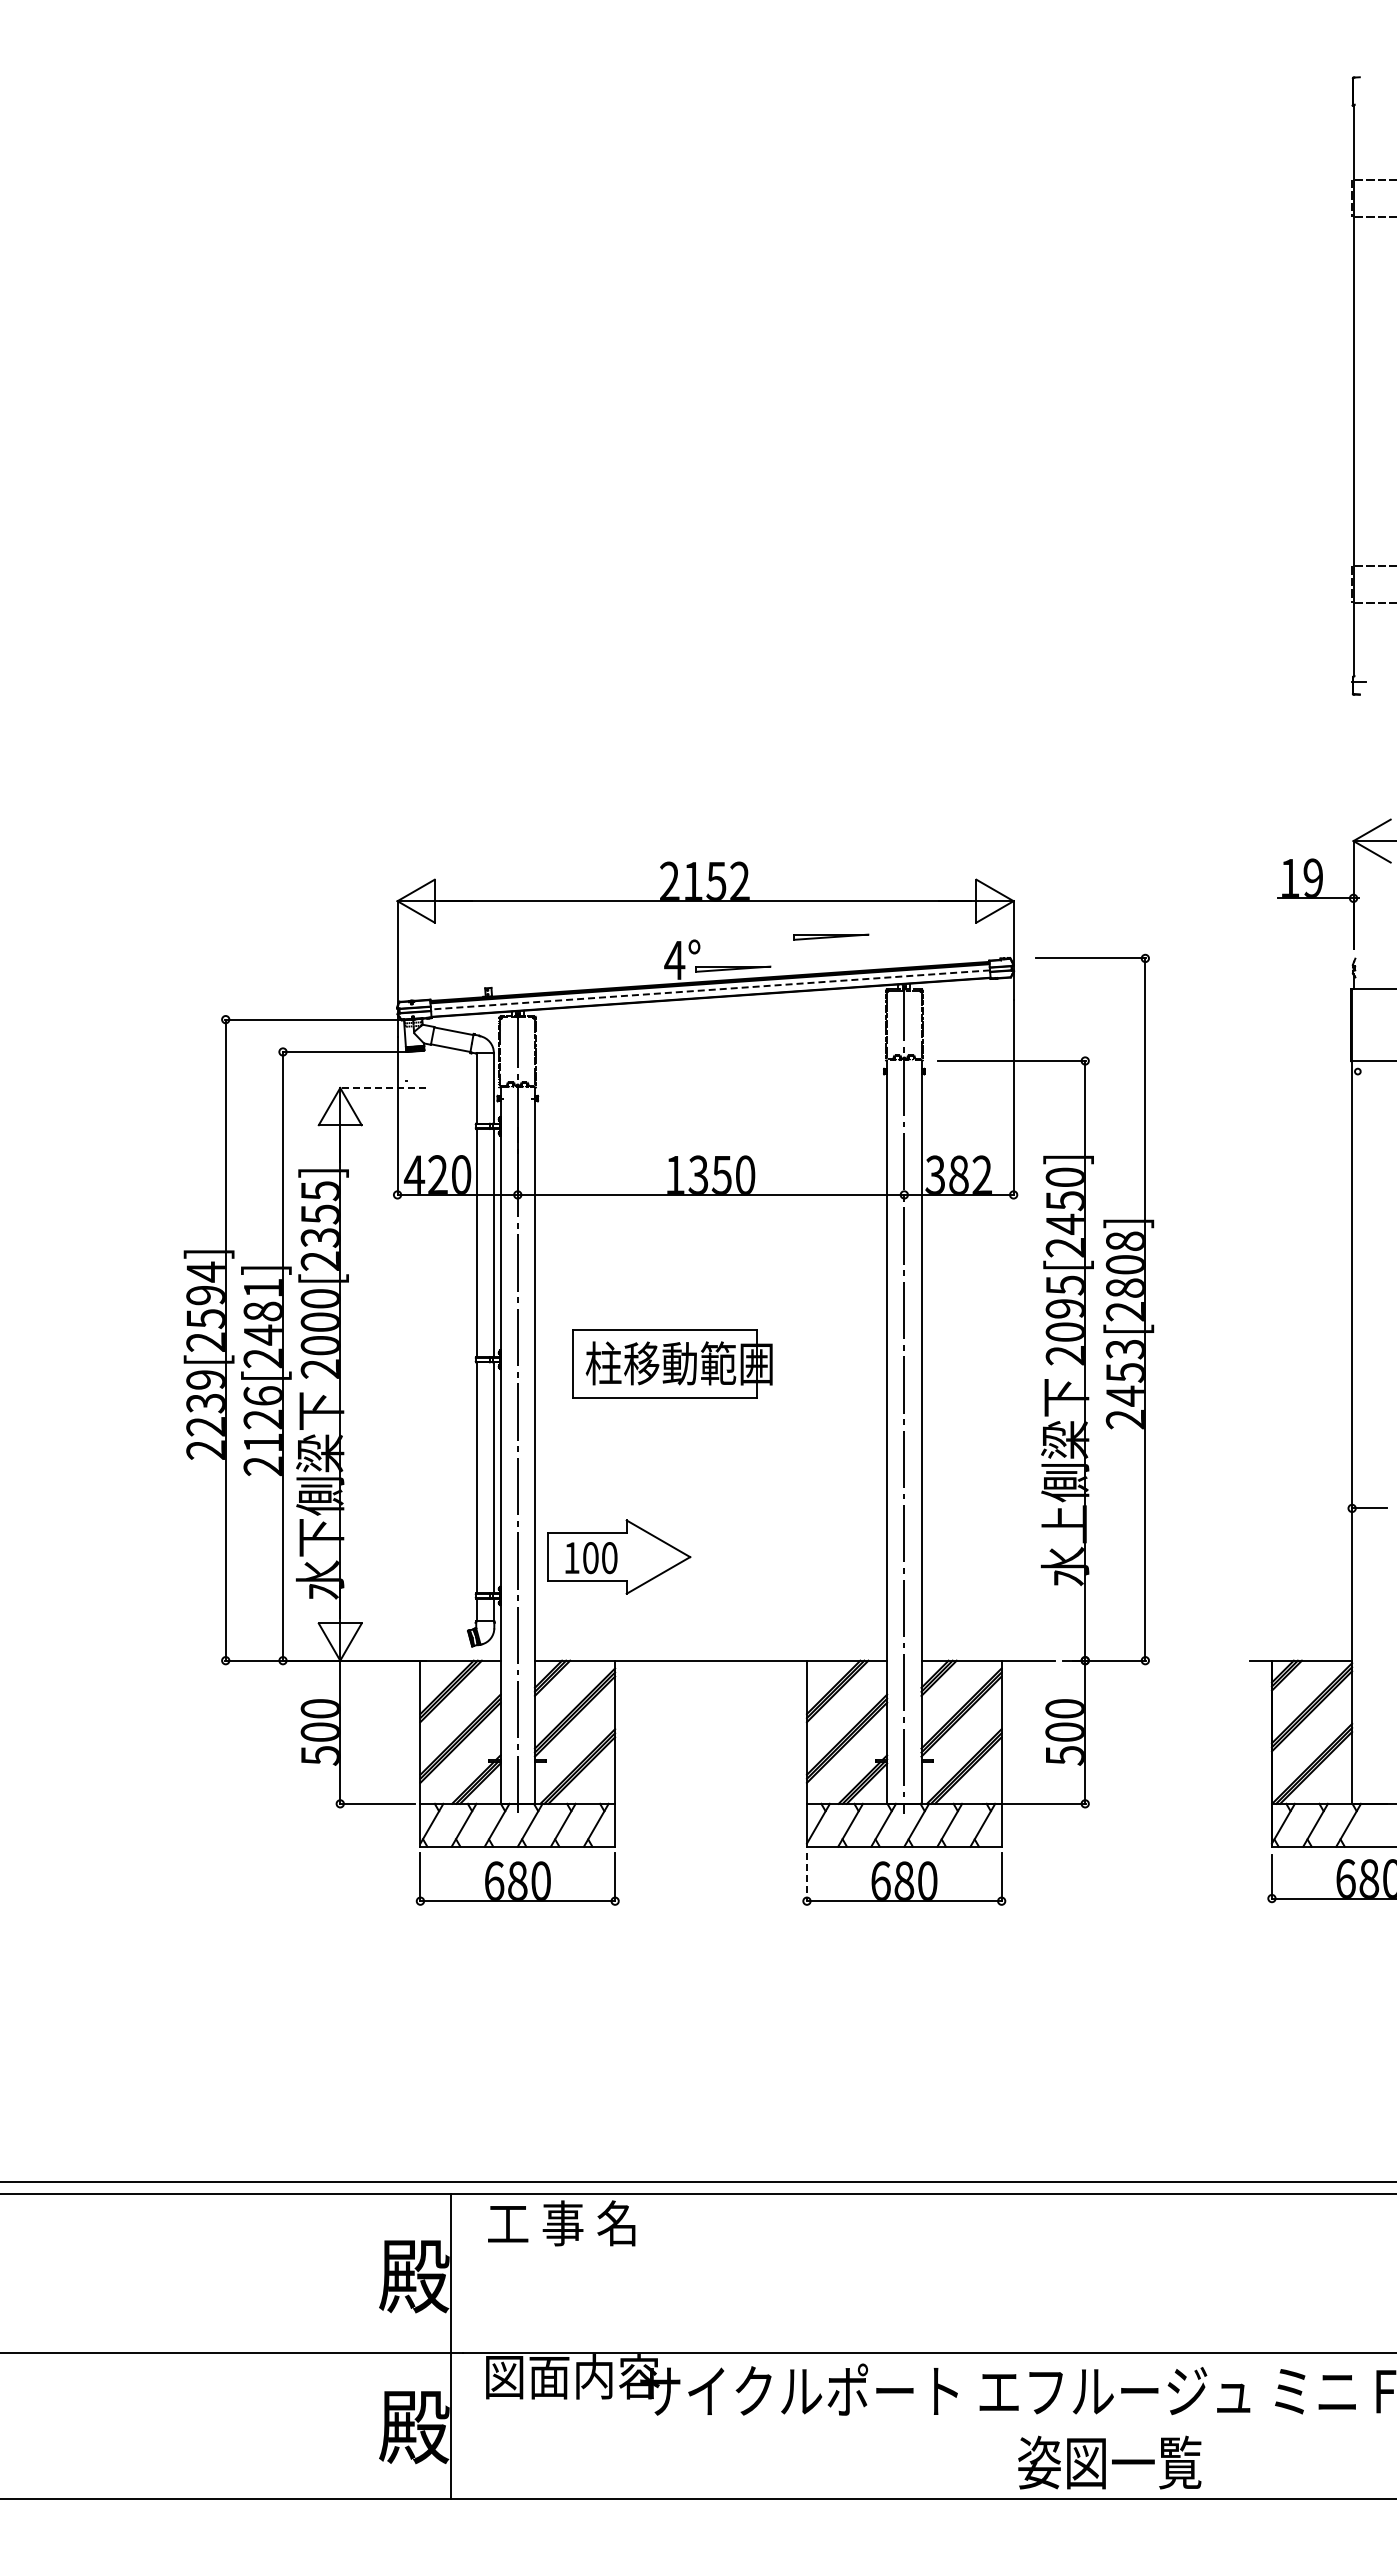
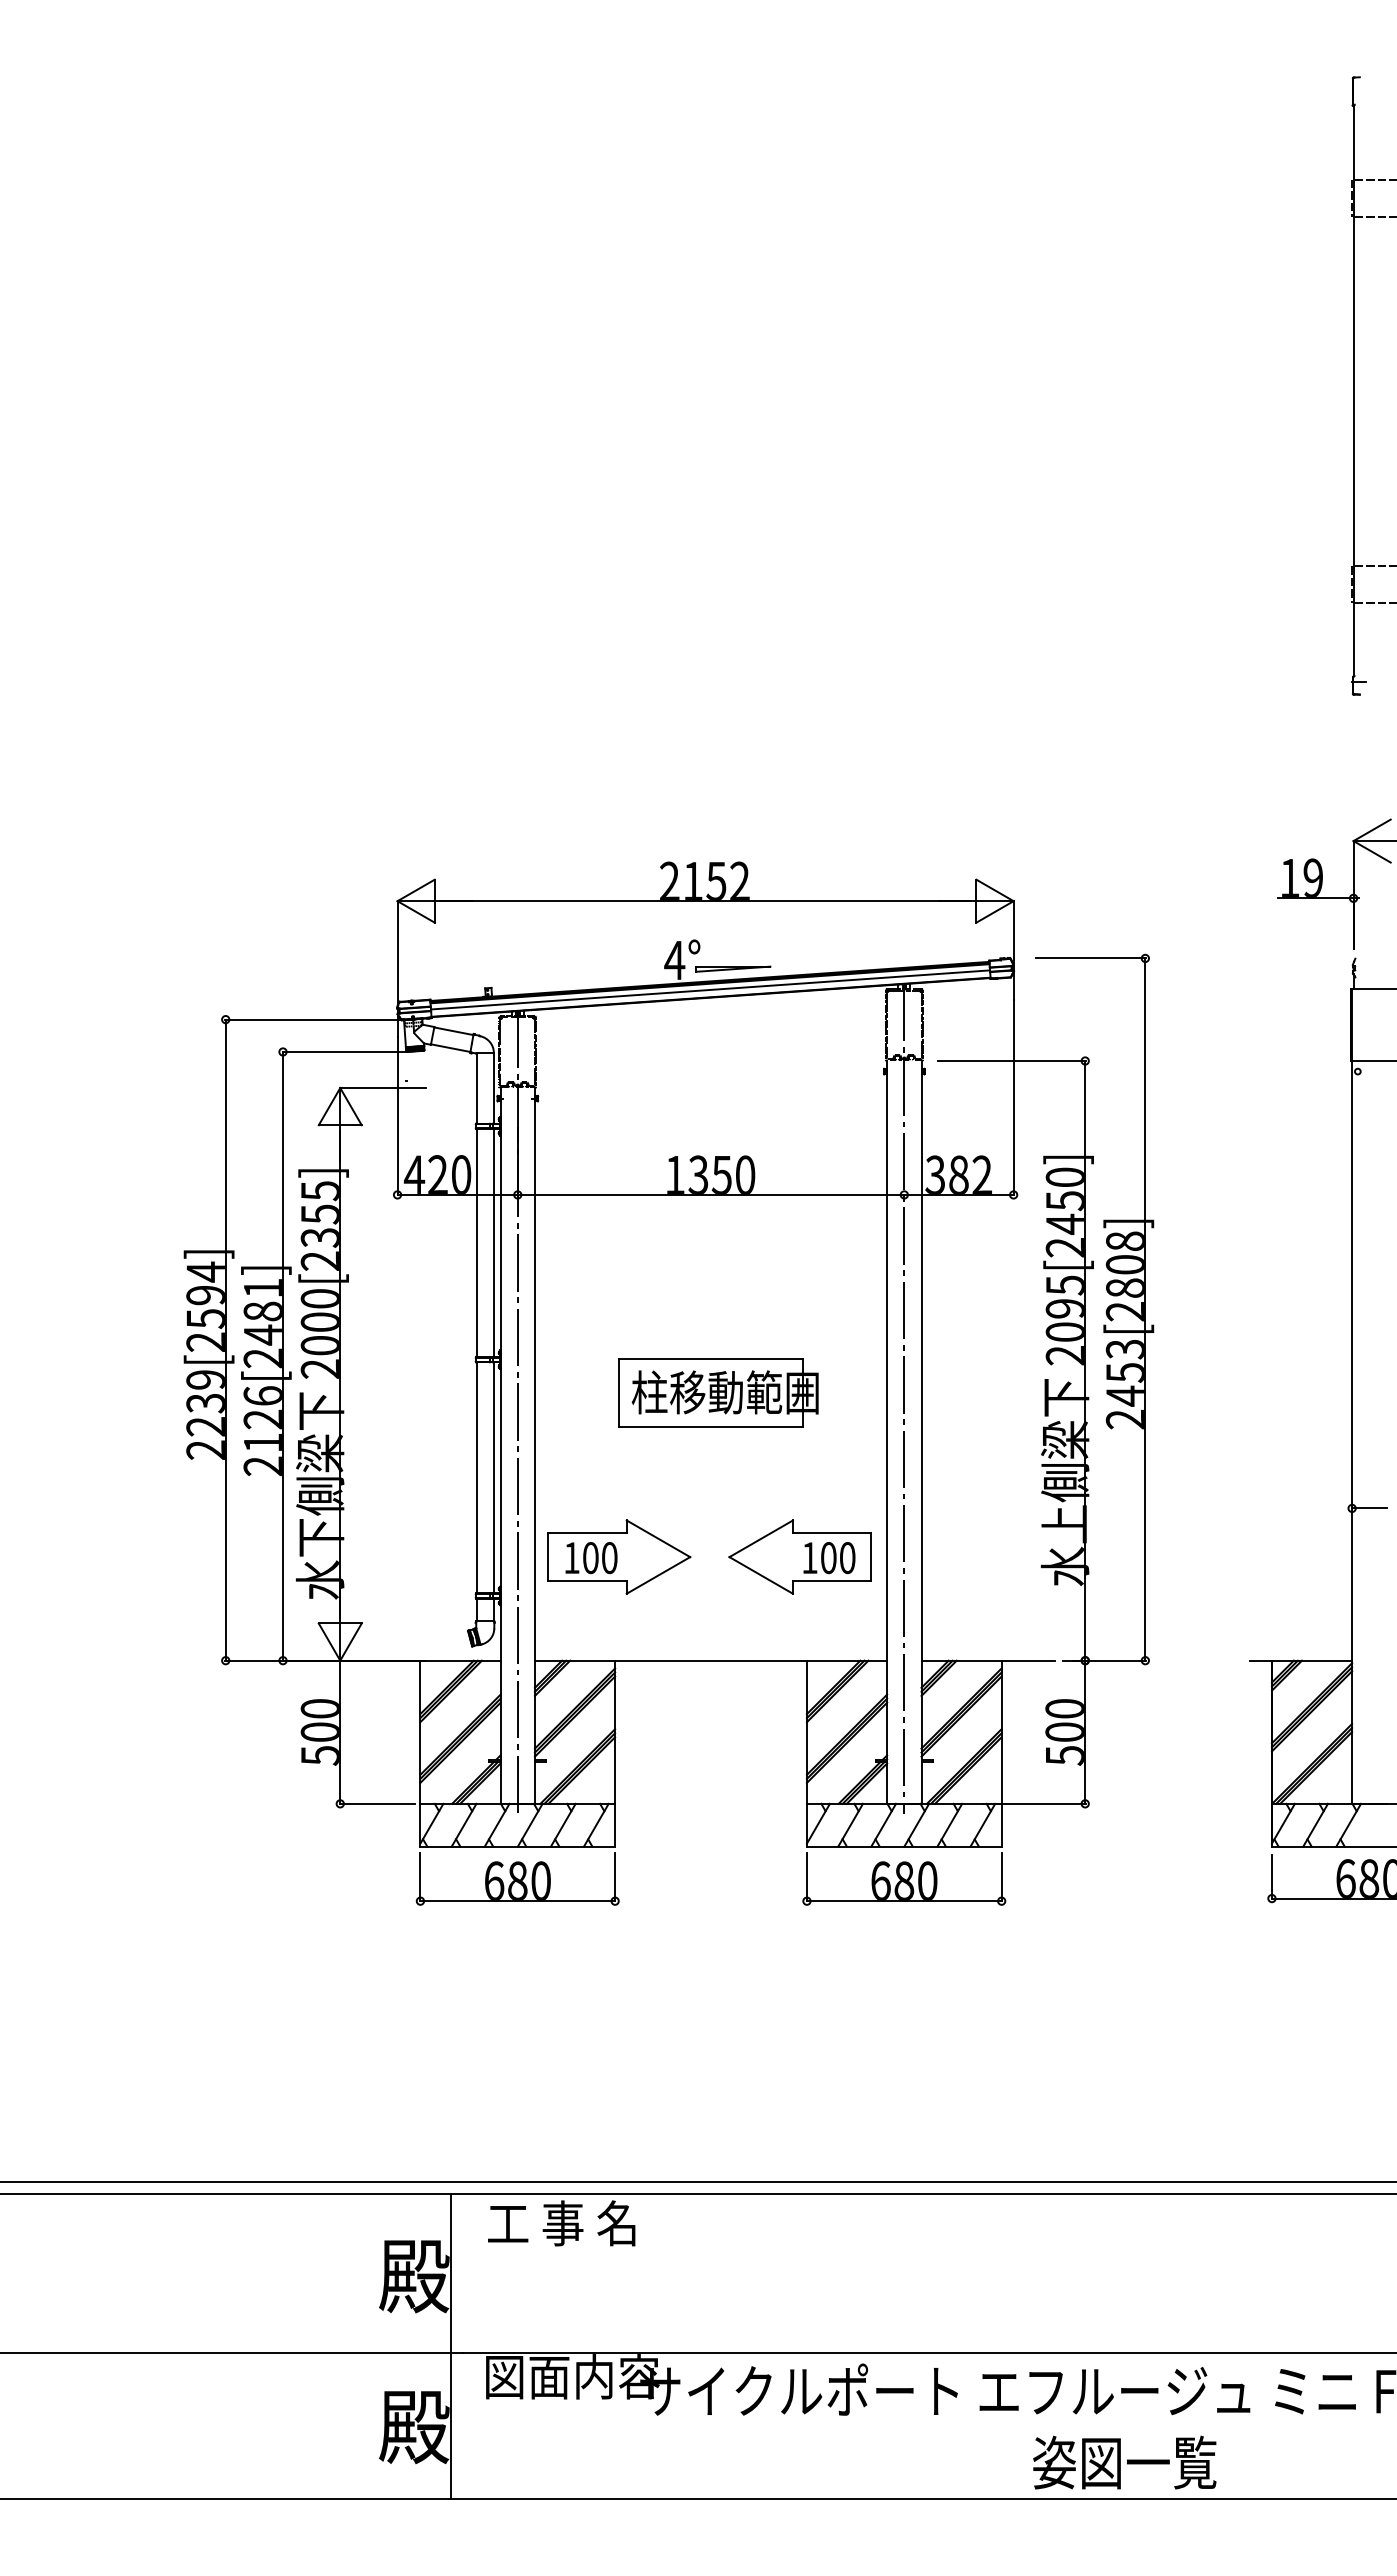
part at (831, 936): present -> none
line at (710, 989): dashed -> solid
line at (382, 1088): dashed -> solid
part at (672, 1363) position: (672, 1363) -> (718, 1392)
part at (799, 1556): none -> present
line at (806, 1877): dashed -> solid
text at (1109, 2462) position: (1109, 2462) -> (1124, 2462)
